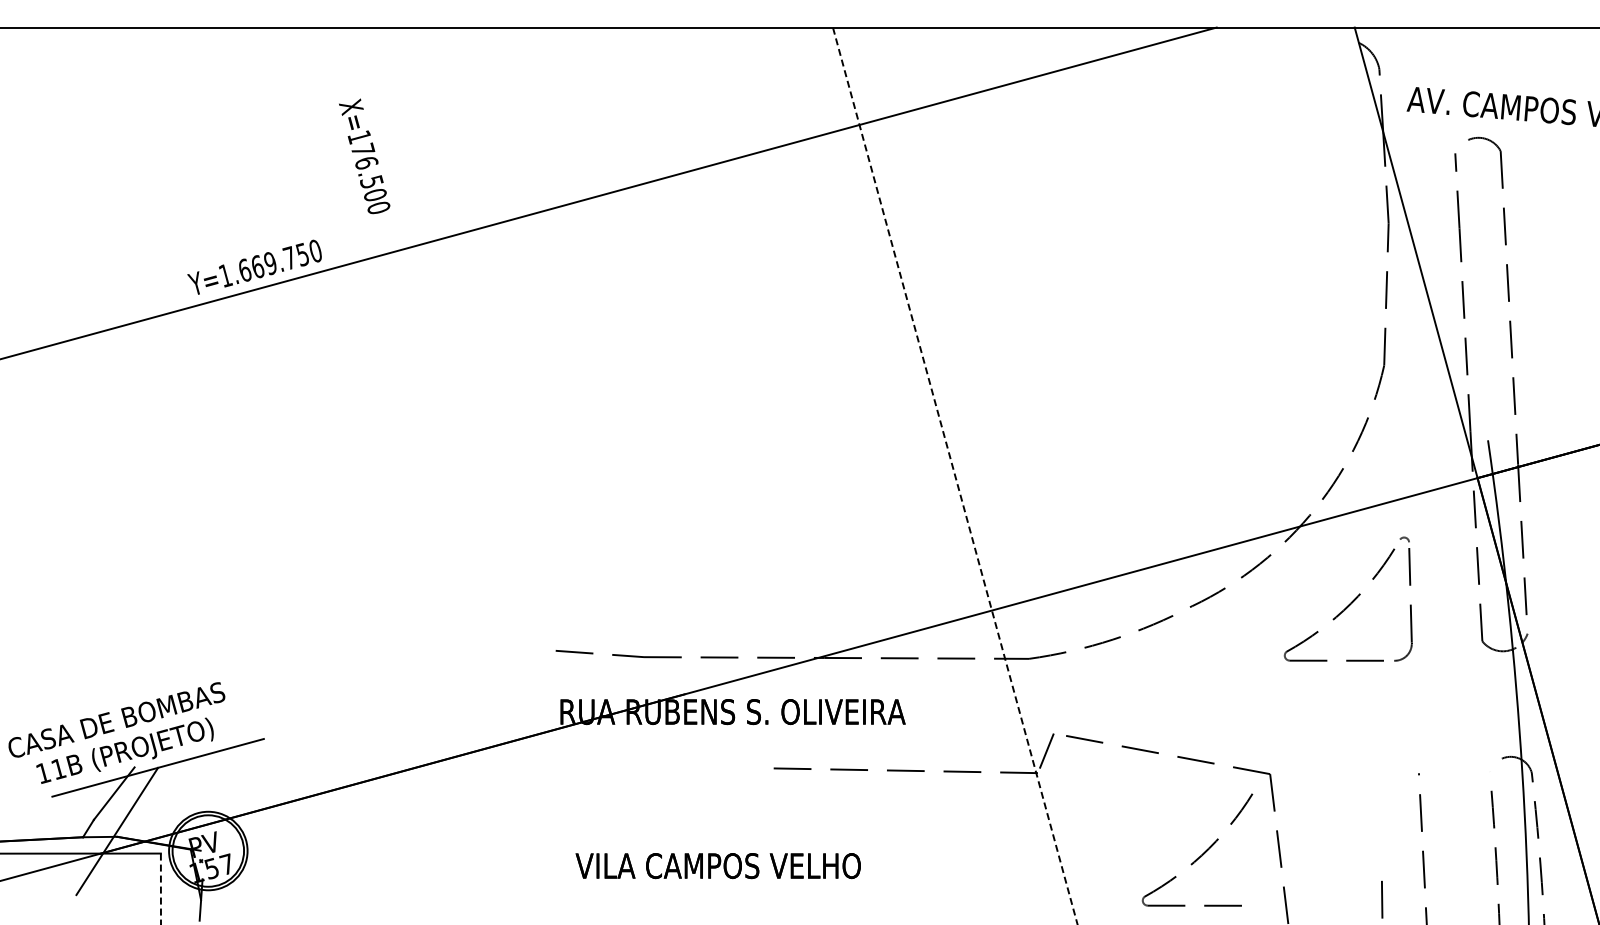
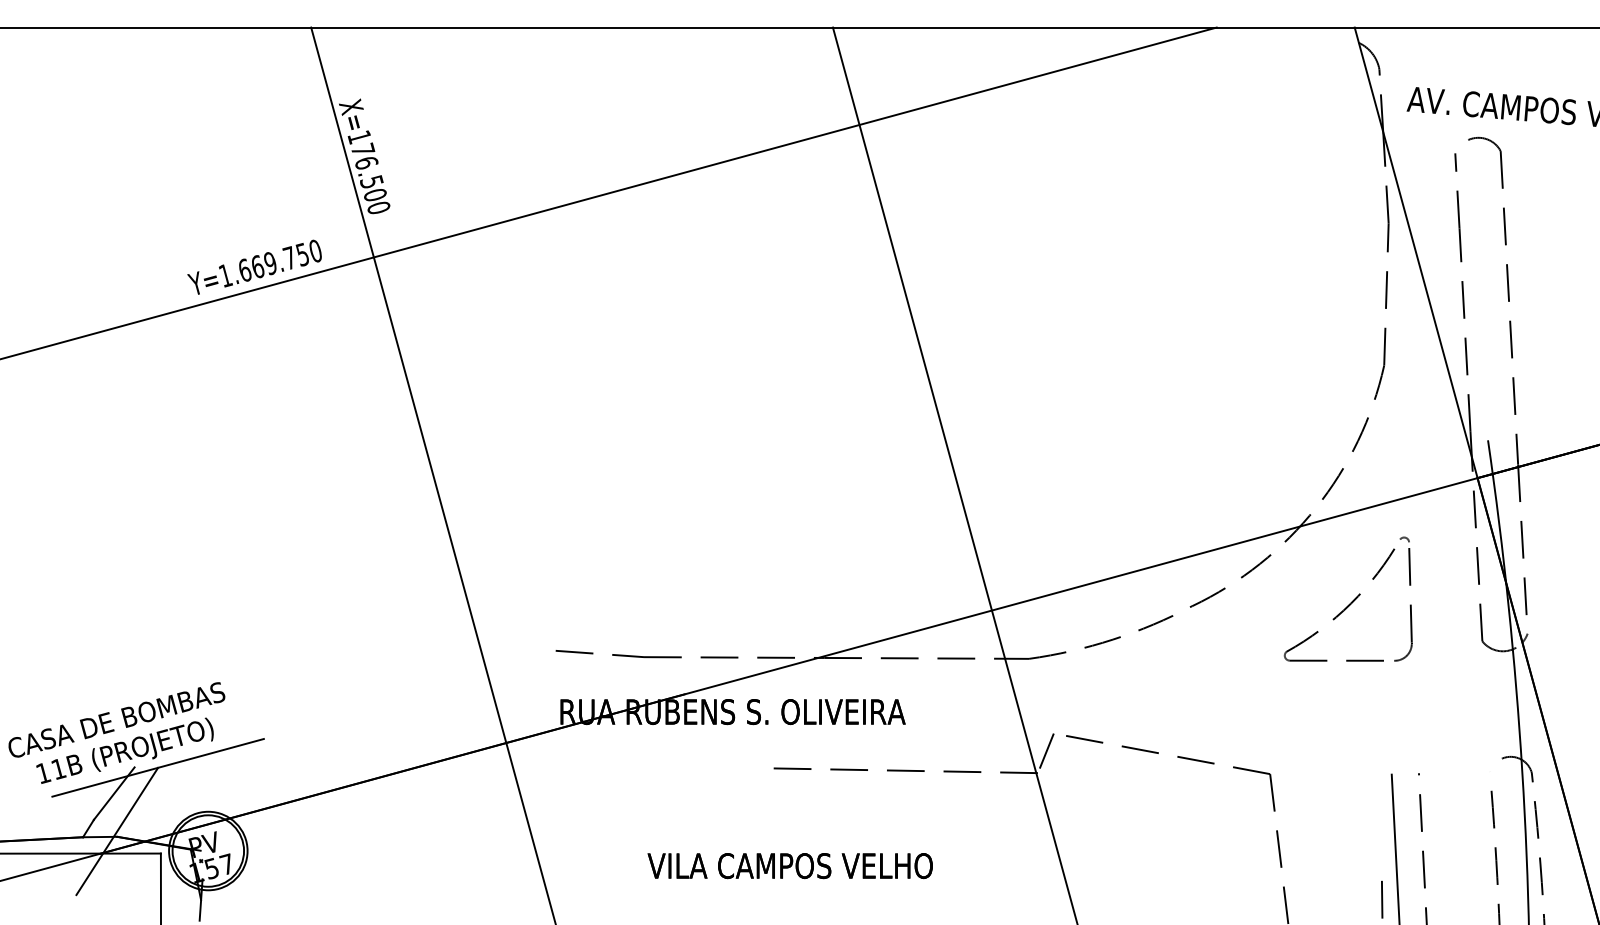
line at (432, 474): none -> present
line at (955, 476): dashed -> solid
line at (1395, 847): none -> present
part at (1202, 853): present -> none
text at (717, 866) position: (717, 866) -> (789, 866)
line at (160, 889): dashed -> solid
